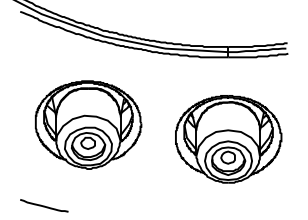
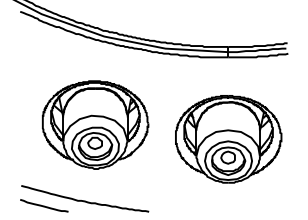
part at (88, 124) position: (88, 124) -> (95, 124)
curve at (85, 200): none -> present
